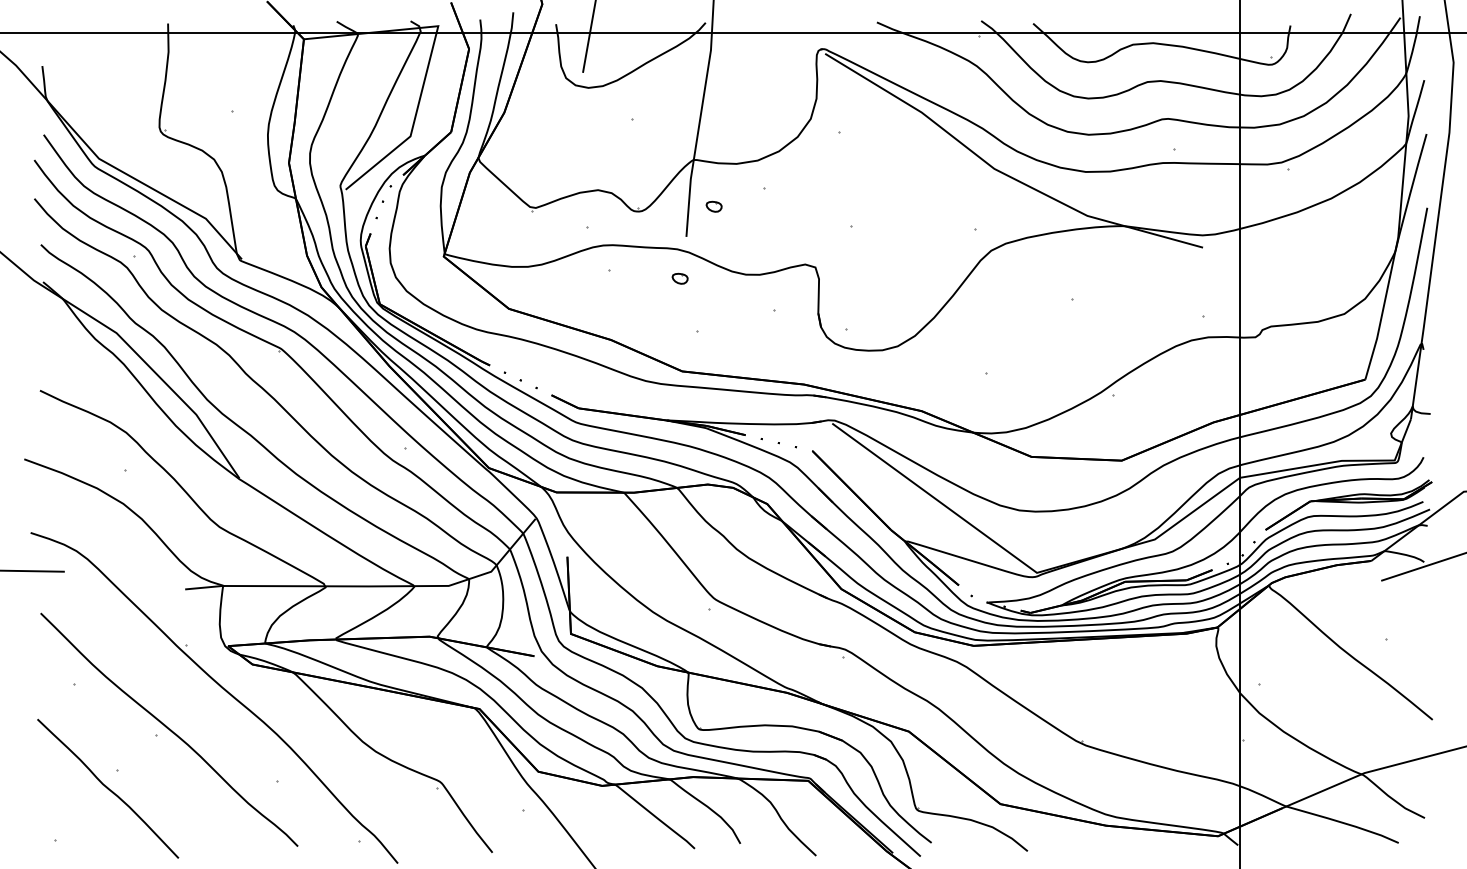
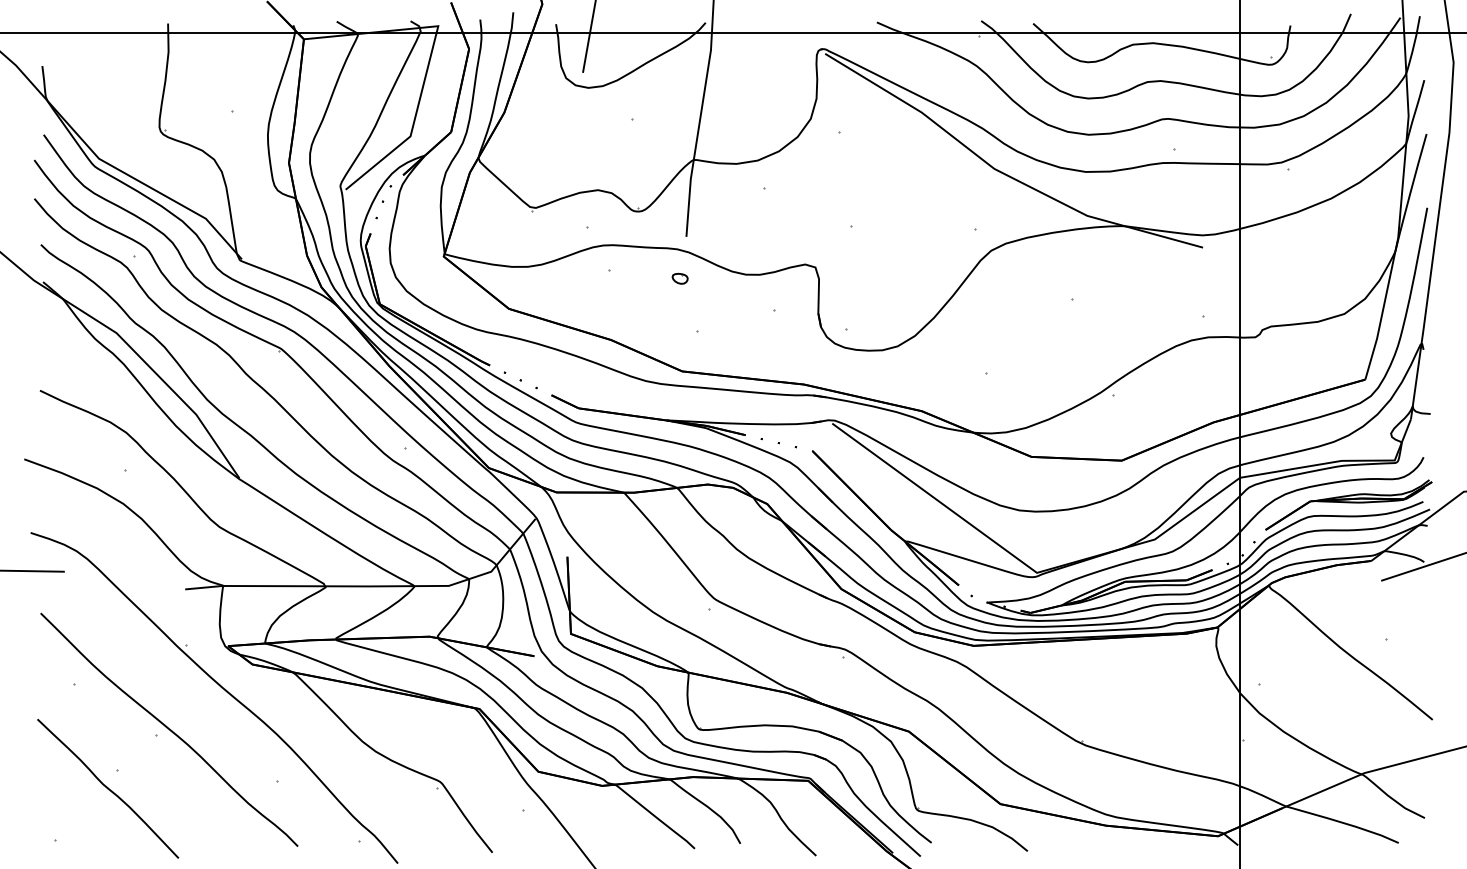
part at (713, 206): present -> none
